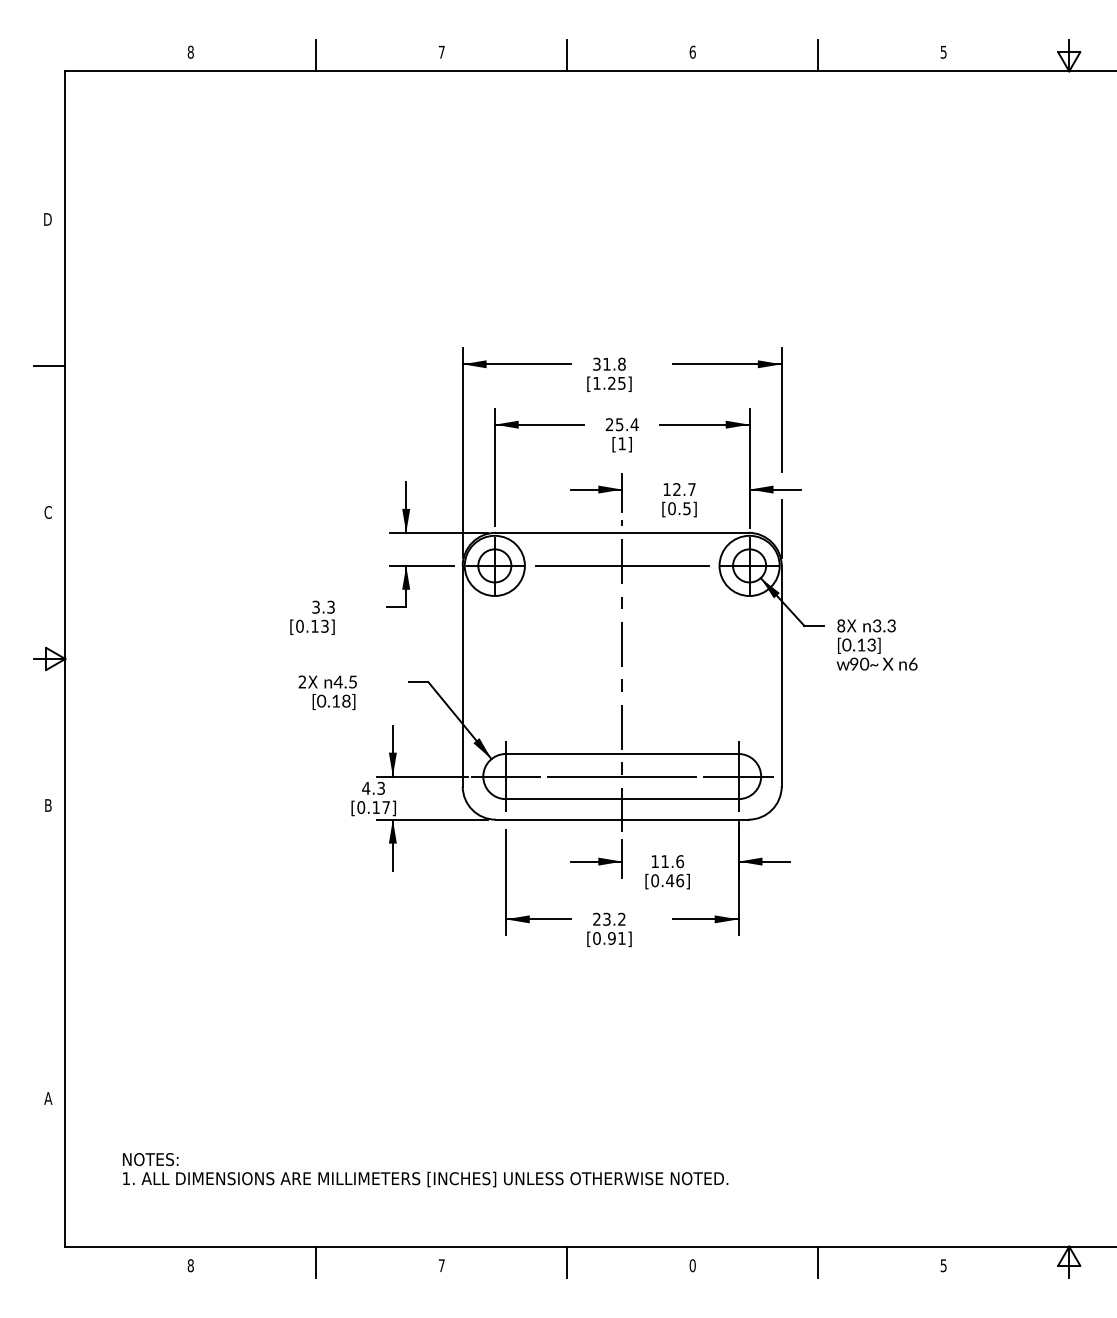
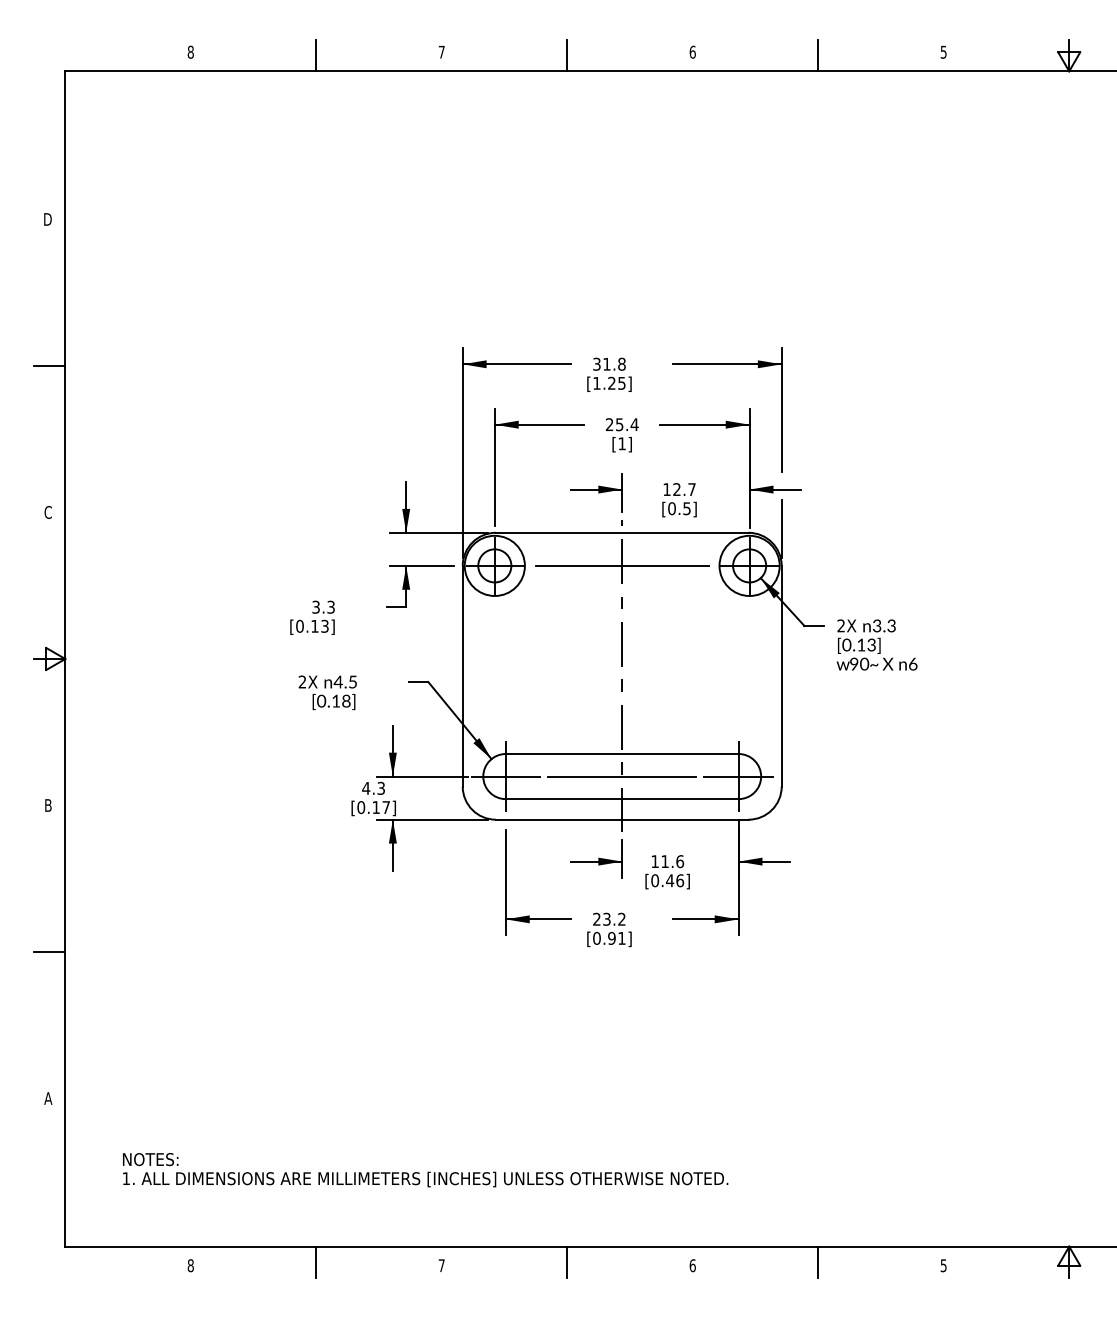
text at (841, 625): 8X -> 2X
line at (49, 952): none -> present
text at (692, 1265): 0 -> 6
